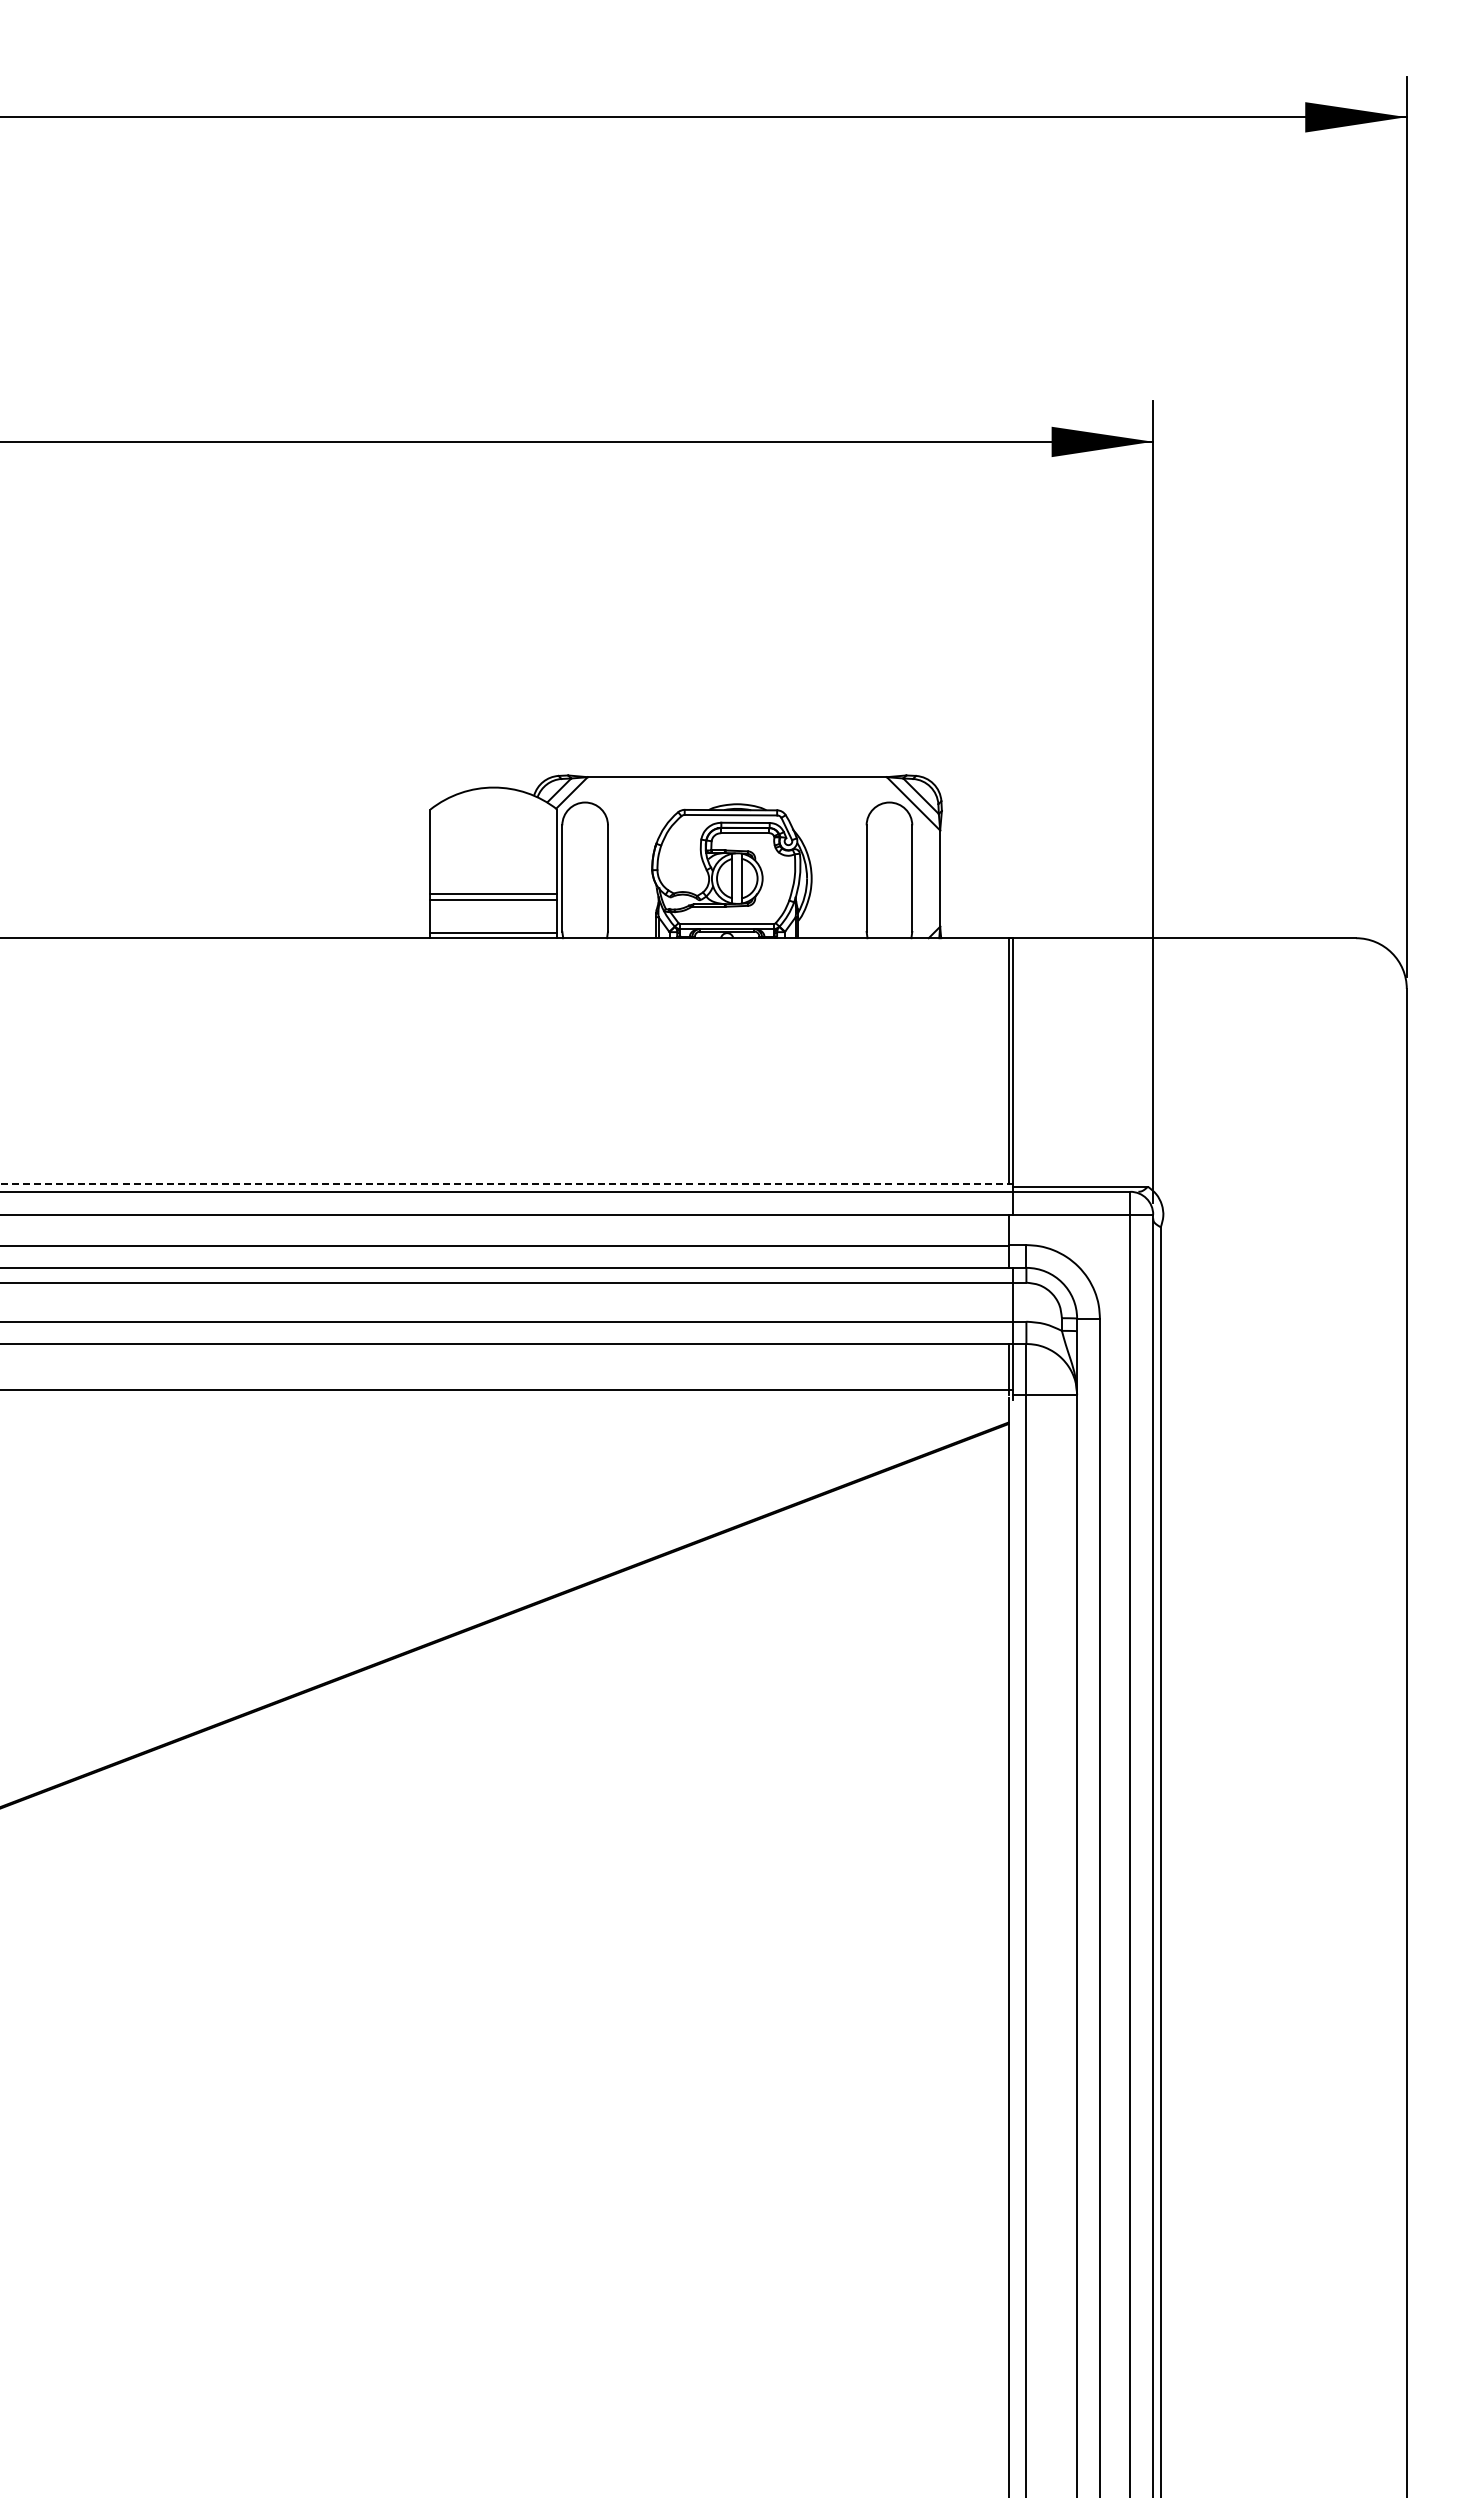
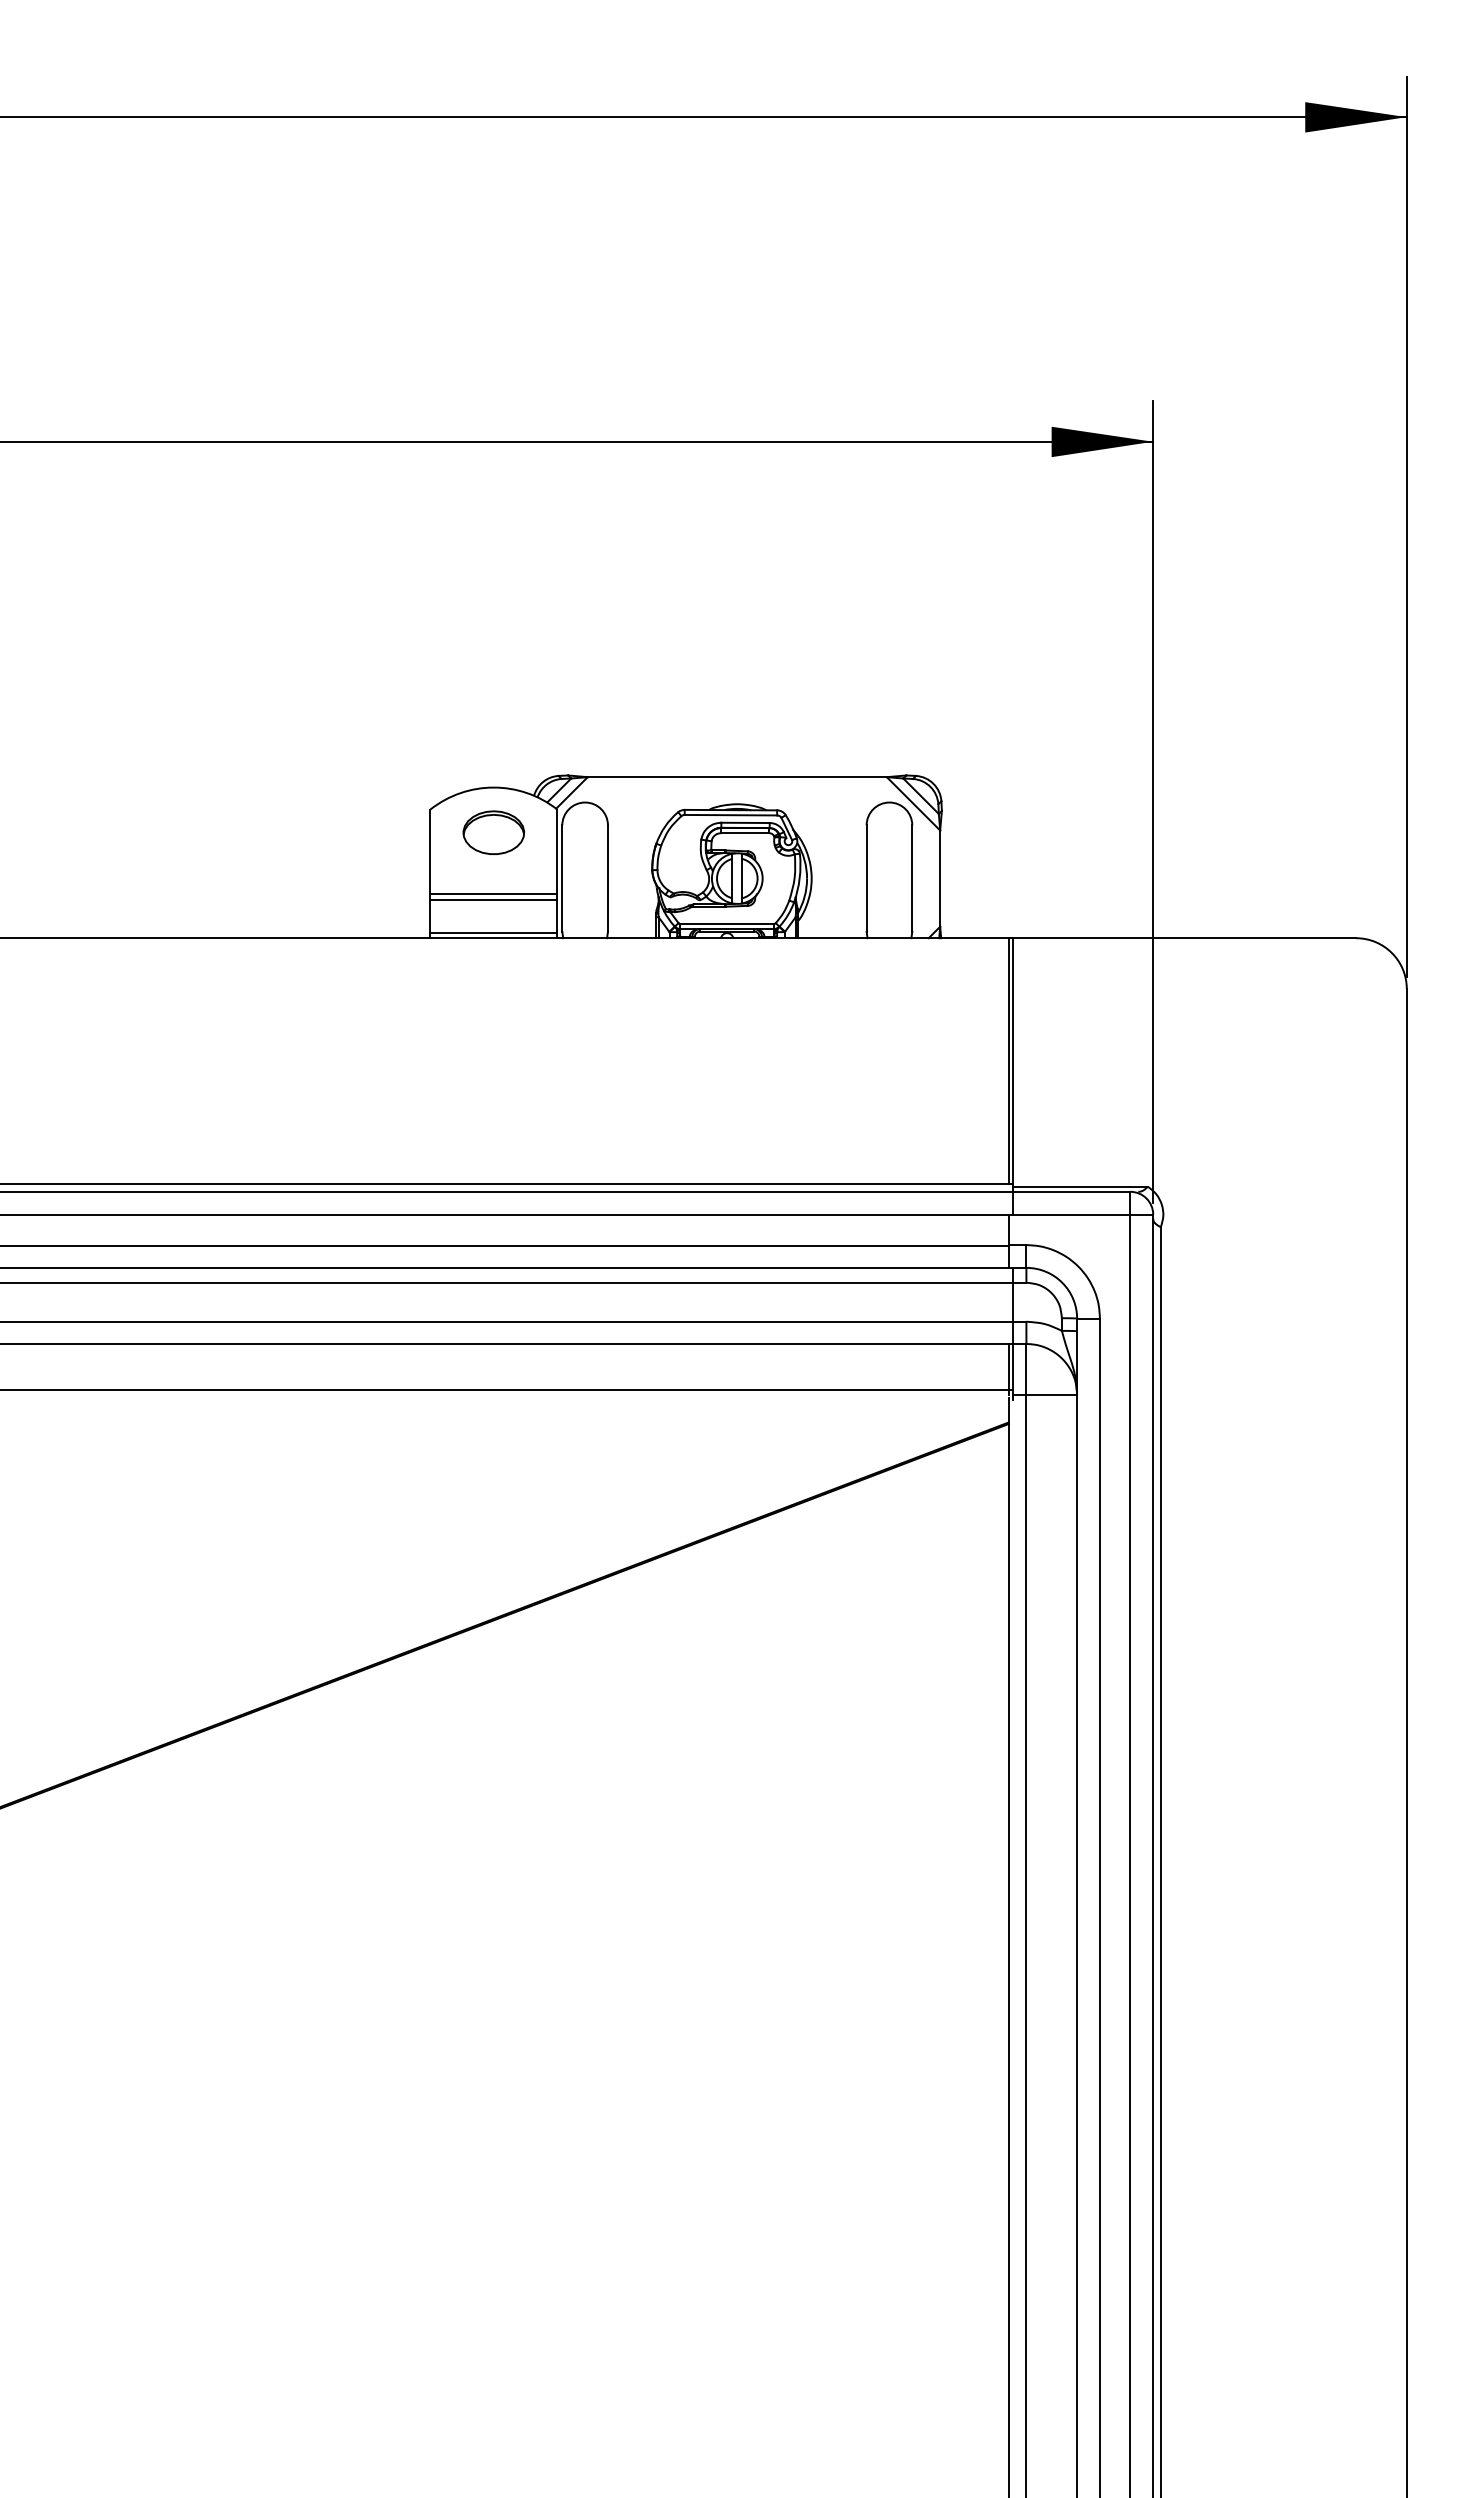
part at (493, 832): none -> present
line at (507, 1184): dashed -> solid
